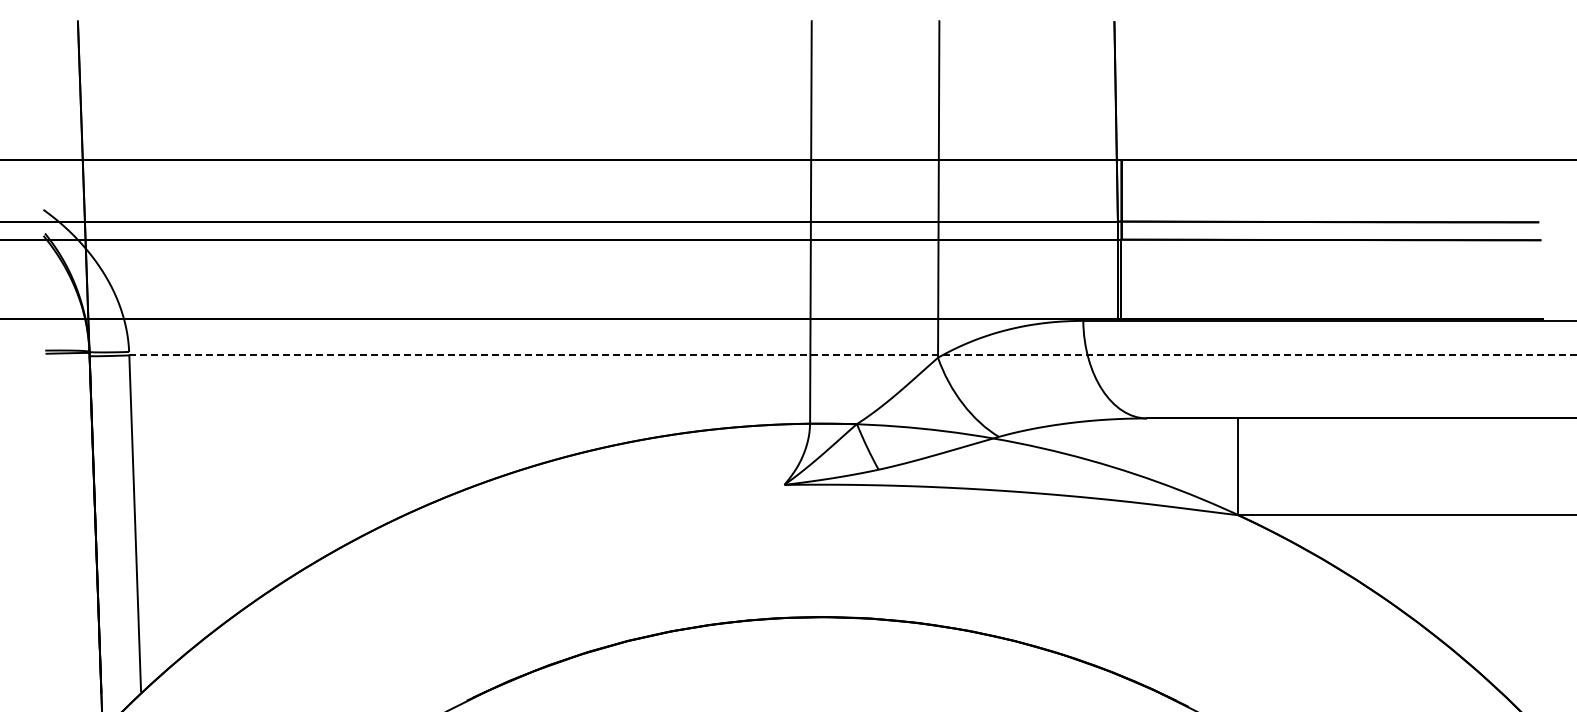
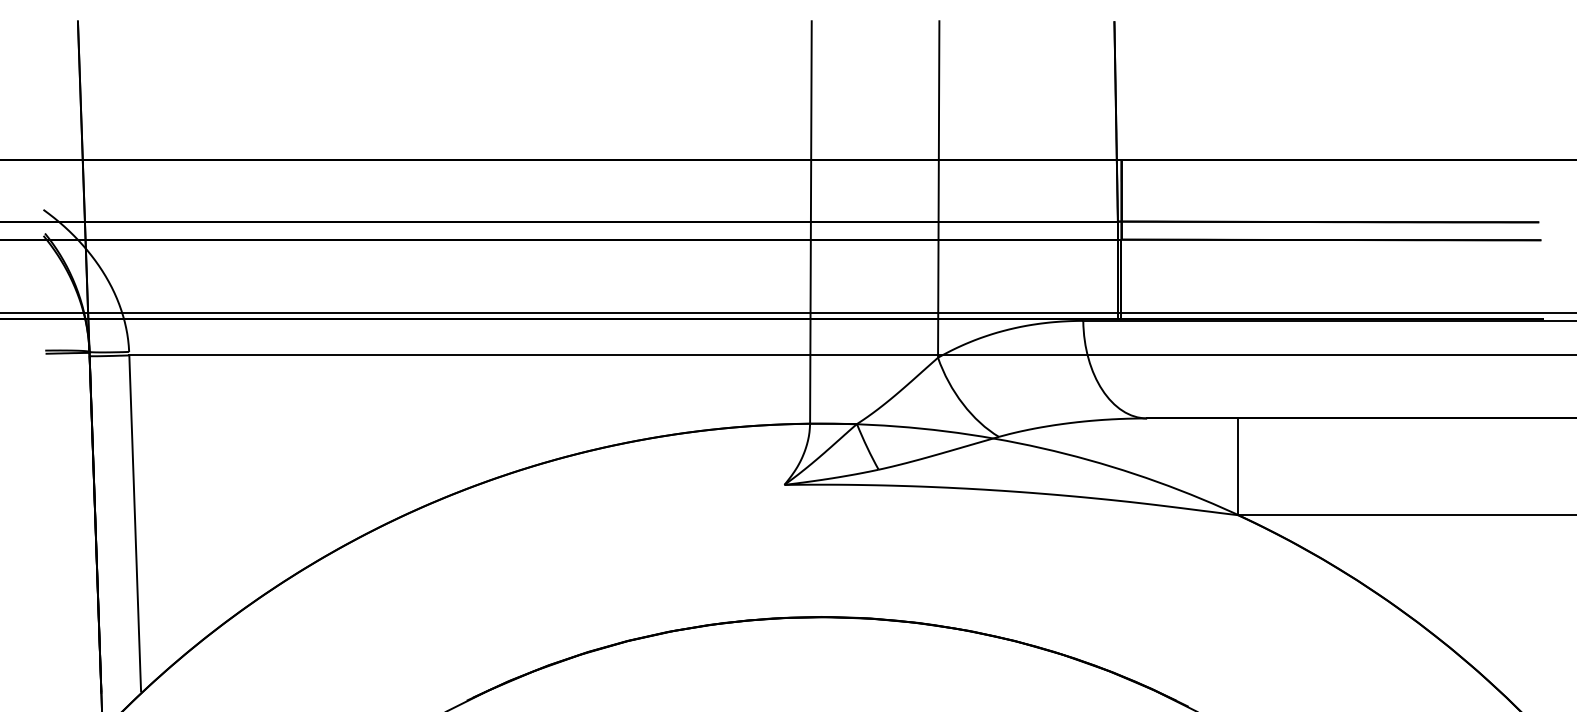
line at (787, 313): none -> present
line at (852, 355): dashed -> solid
